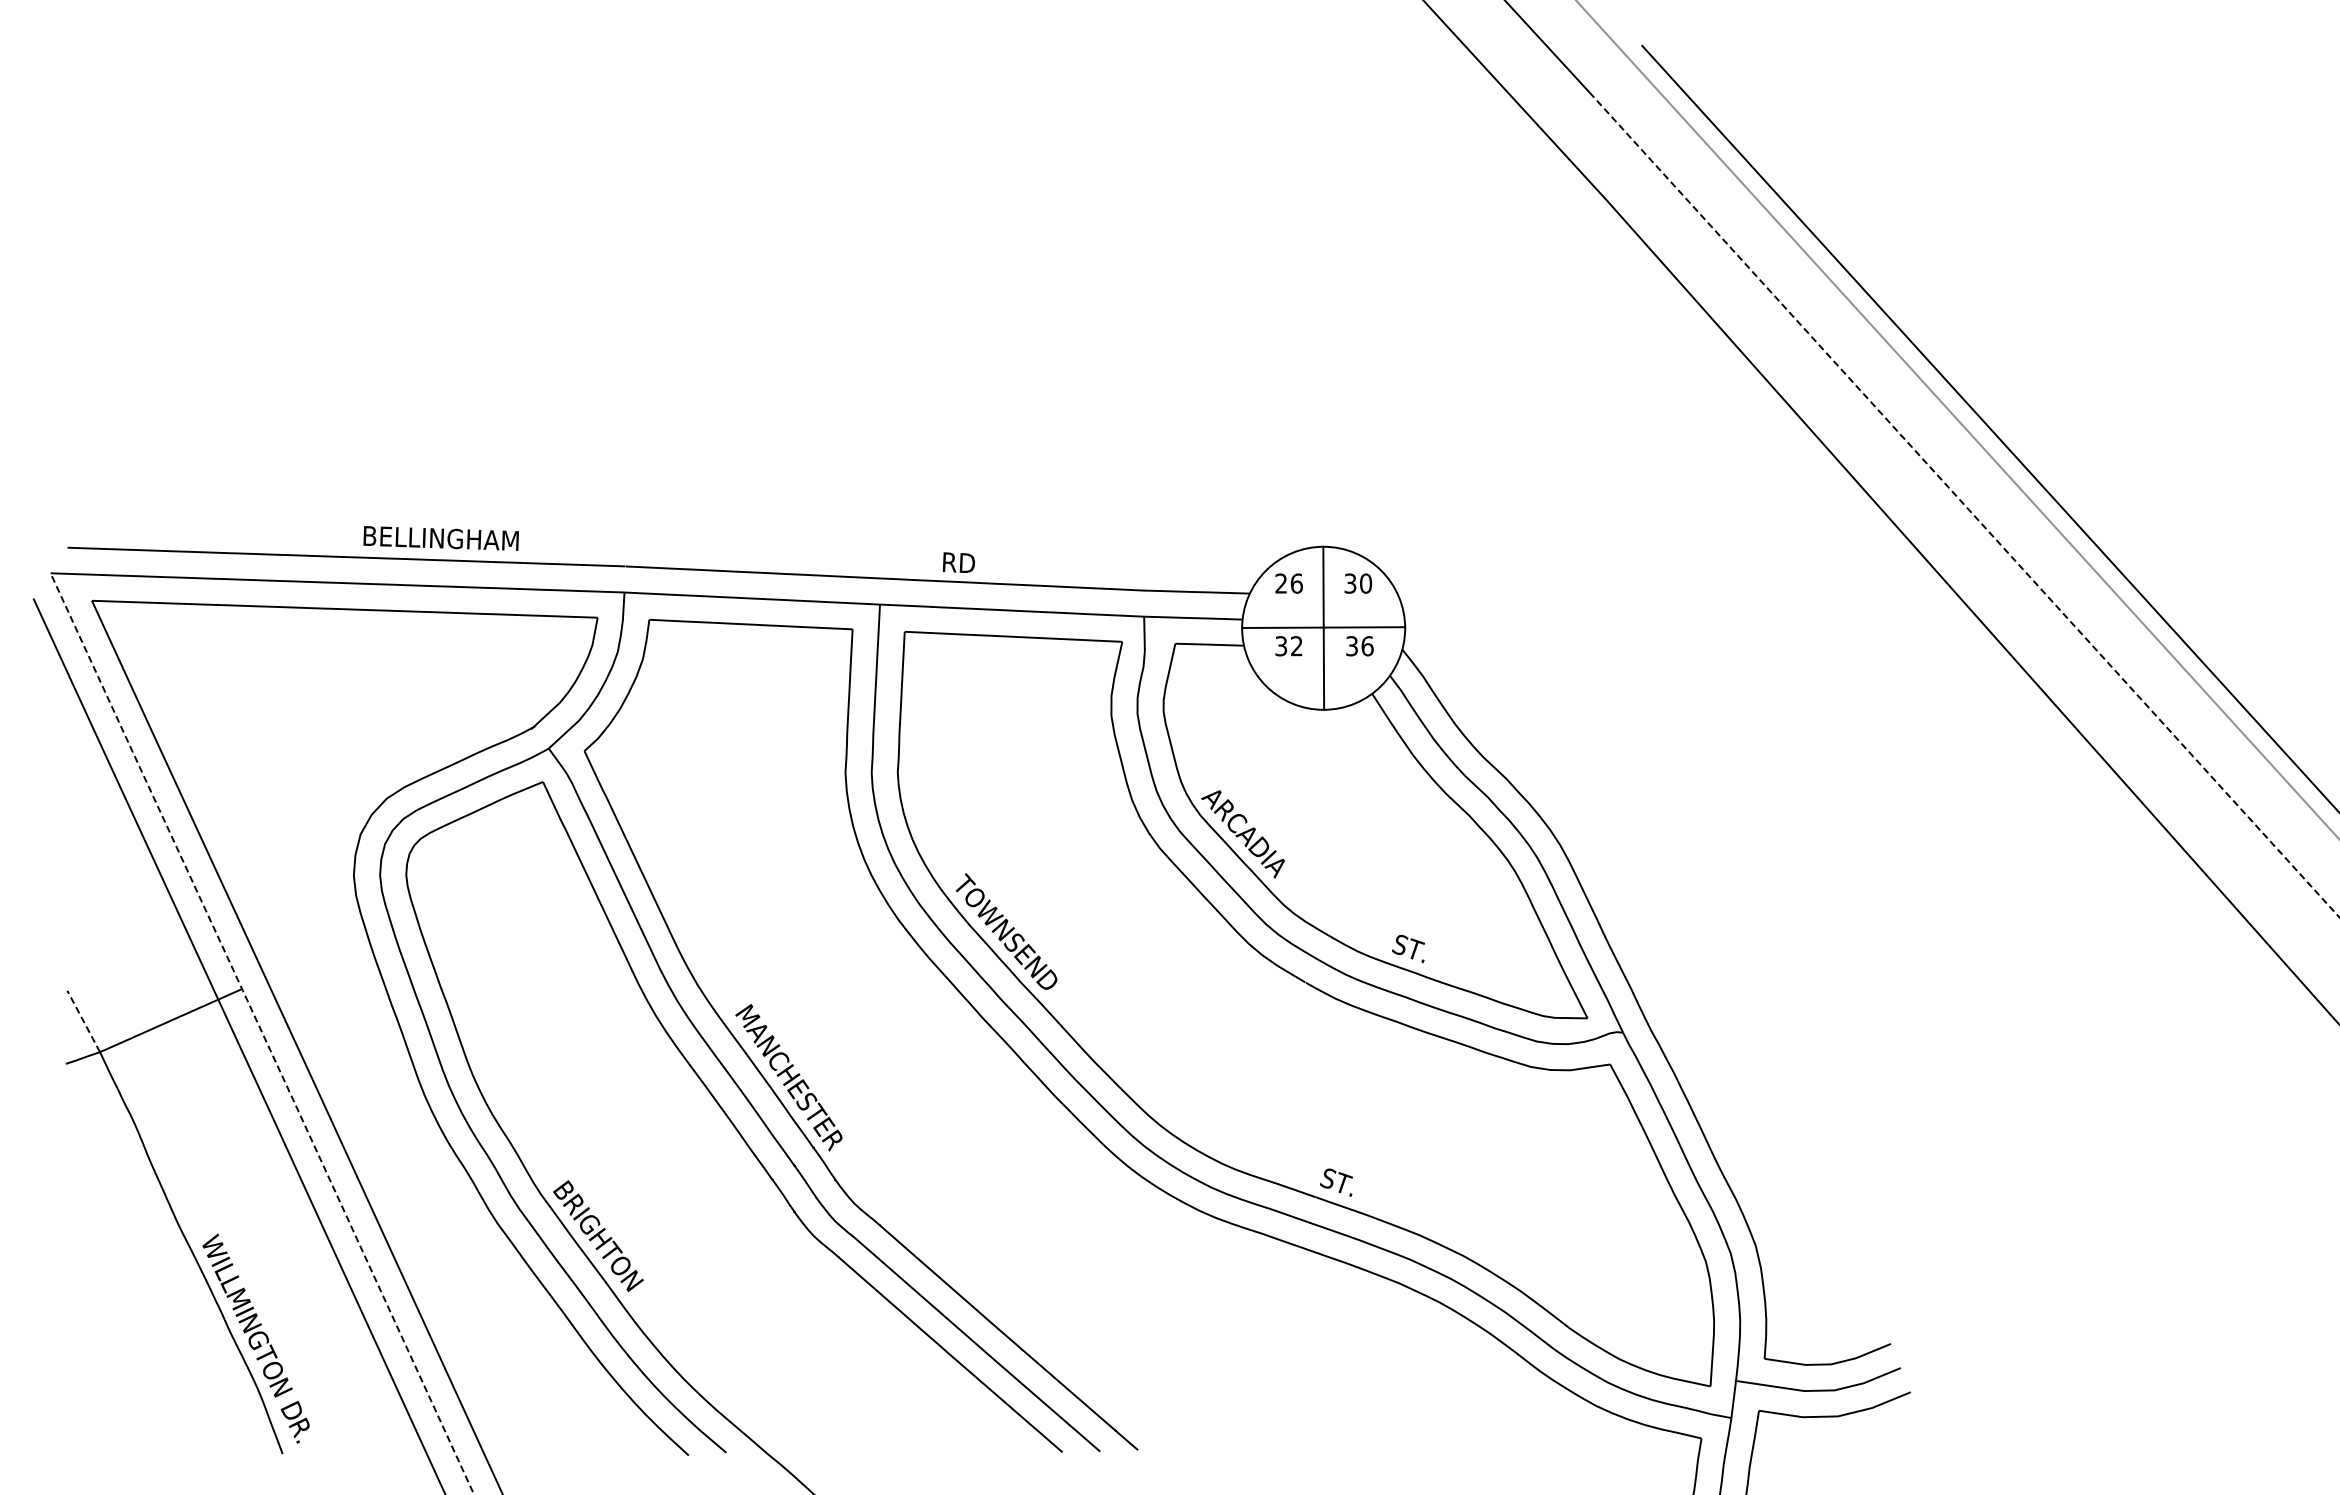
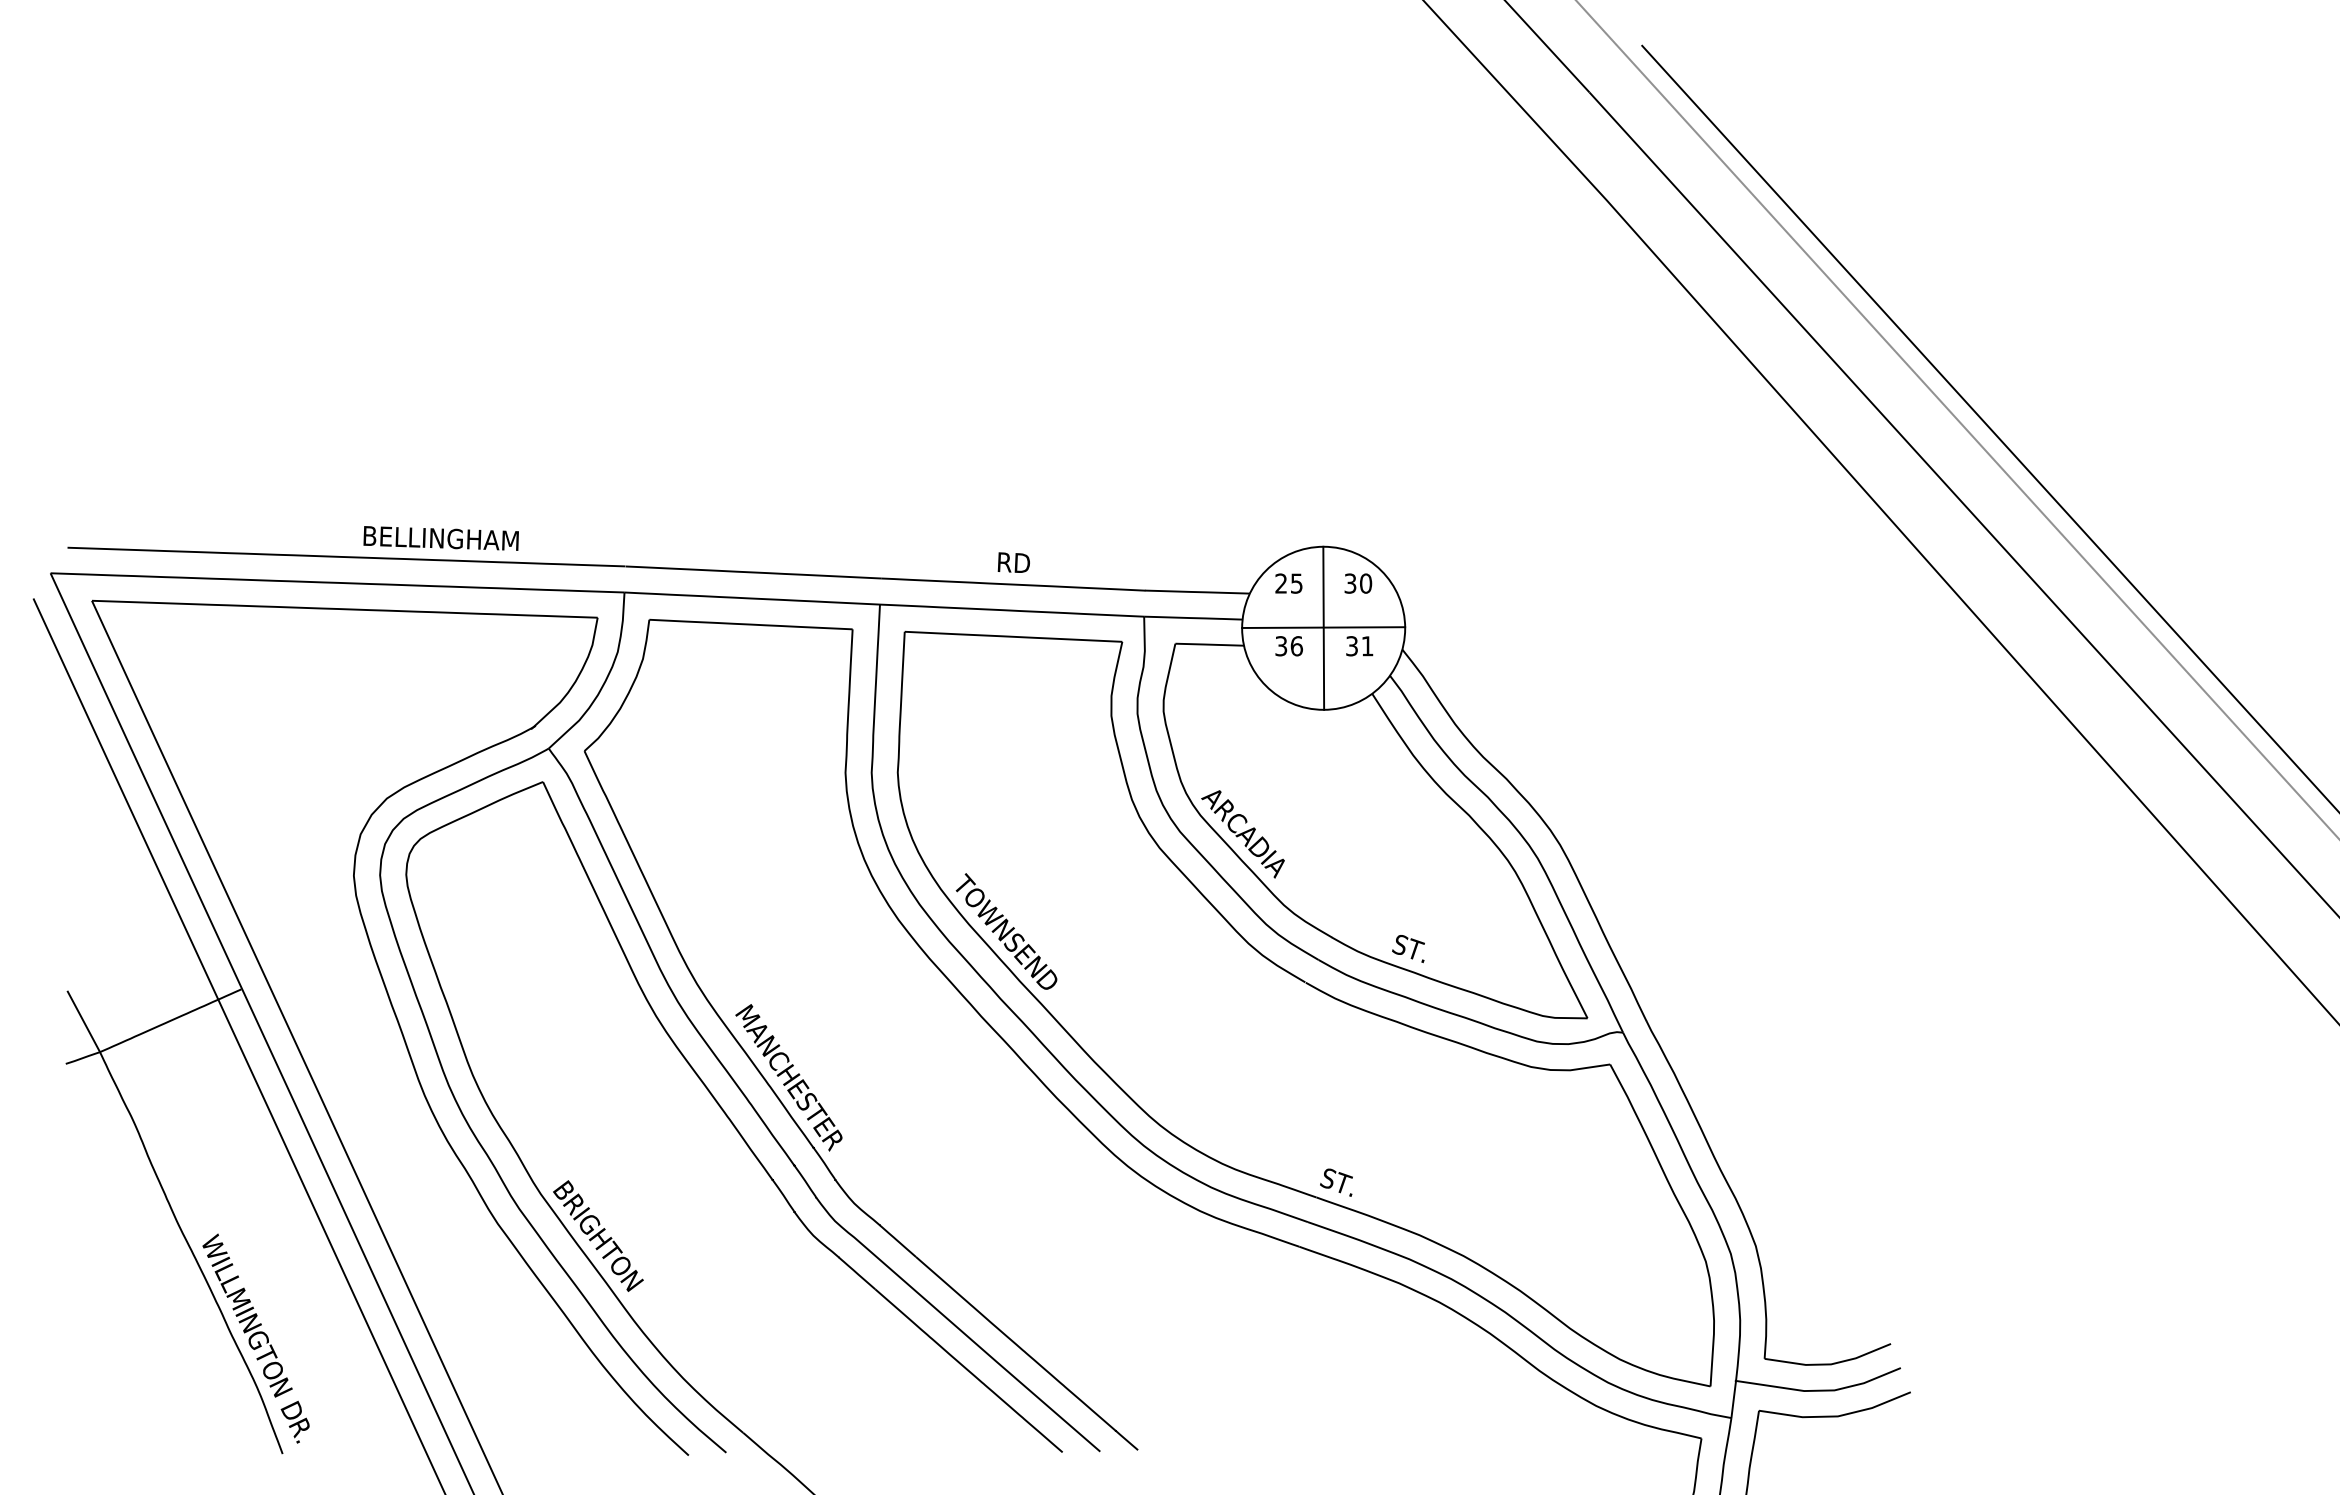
line at (1964, 505): dashed -> solid
text at (958, 562) position: (958, 562) -> (1013, 562)
text at (1296, 583): 26 -> 25
text at (1296, 646): 32 -> 36
text at (1367, 646): 36 -> 31
line at (83, 1021): dashed -> solid
line at (262, 1033): dashed -> solid
